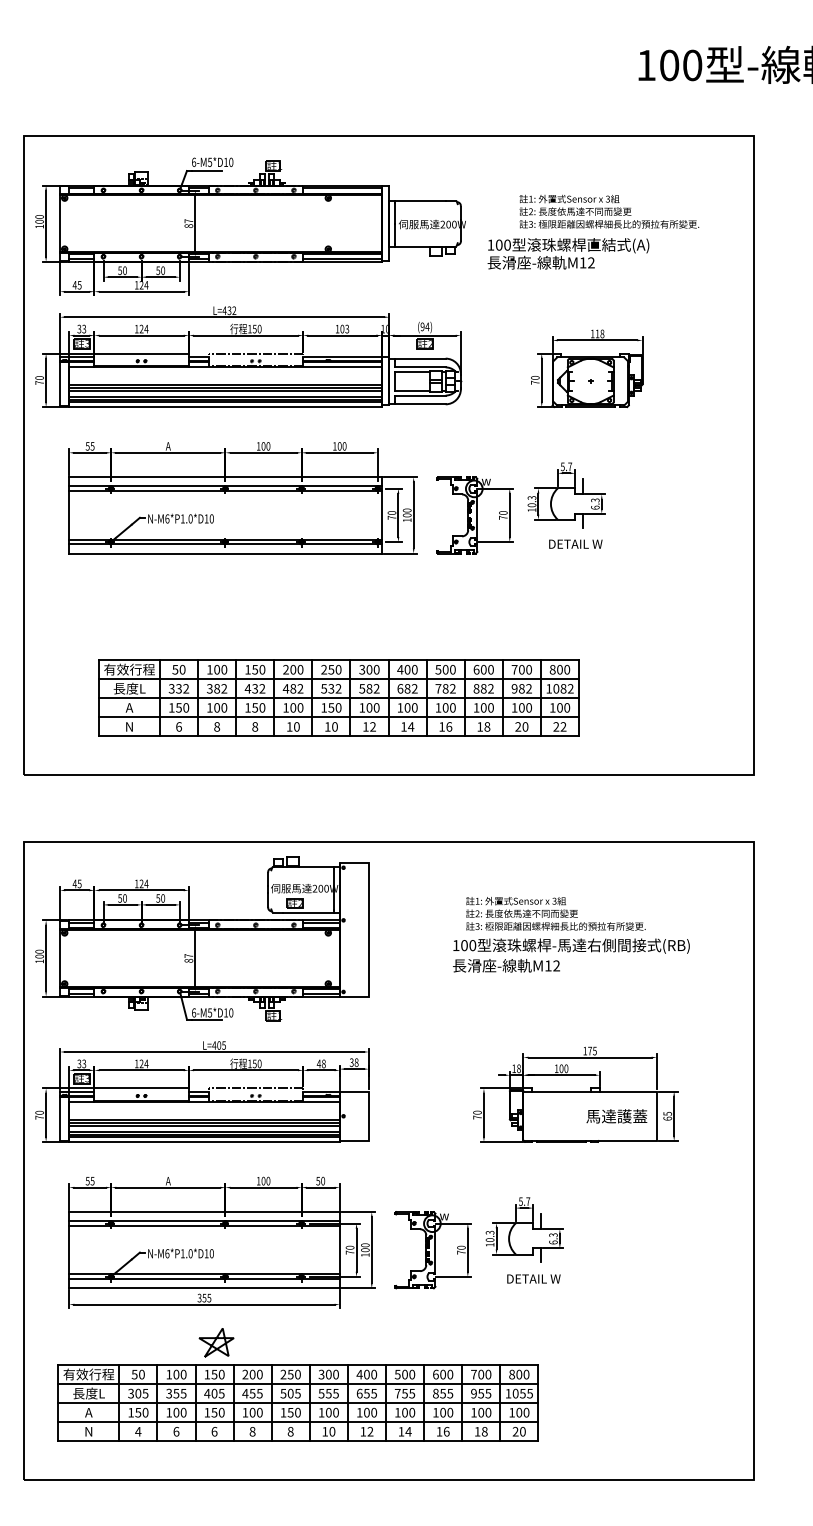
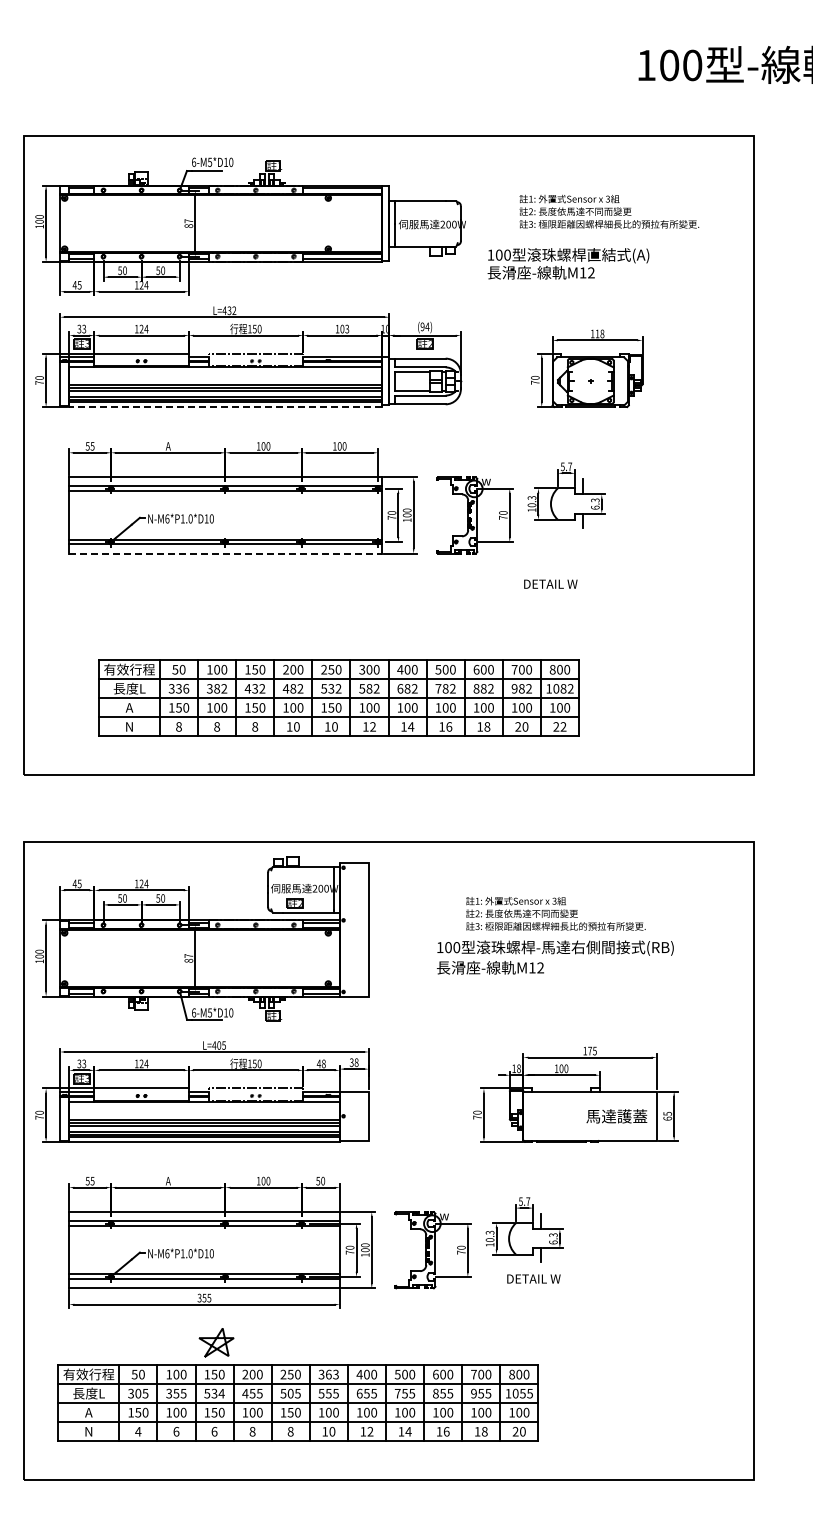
text at (568, 253) position: (568, 253) -> (568, 263)
line at (224, 407): solid -> dashed
text at (575, 543) position: (575, 543) -> (550, 583)
line at (225, 553): solid -> dashed
text at (186, 688): 332 -> 336
text at (178, 726): 6 -> 8
text at (571, 955) position: (571, 955) -> (555, 957)
text at (332, 1374): 300 -> 363
text at (214, 1393): 405 -> 534
